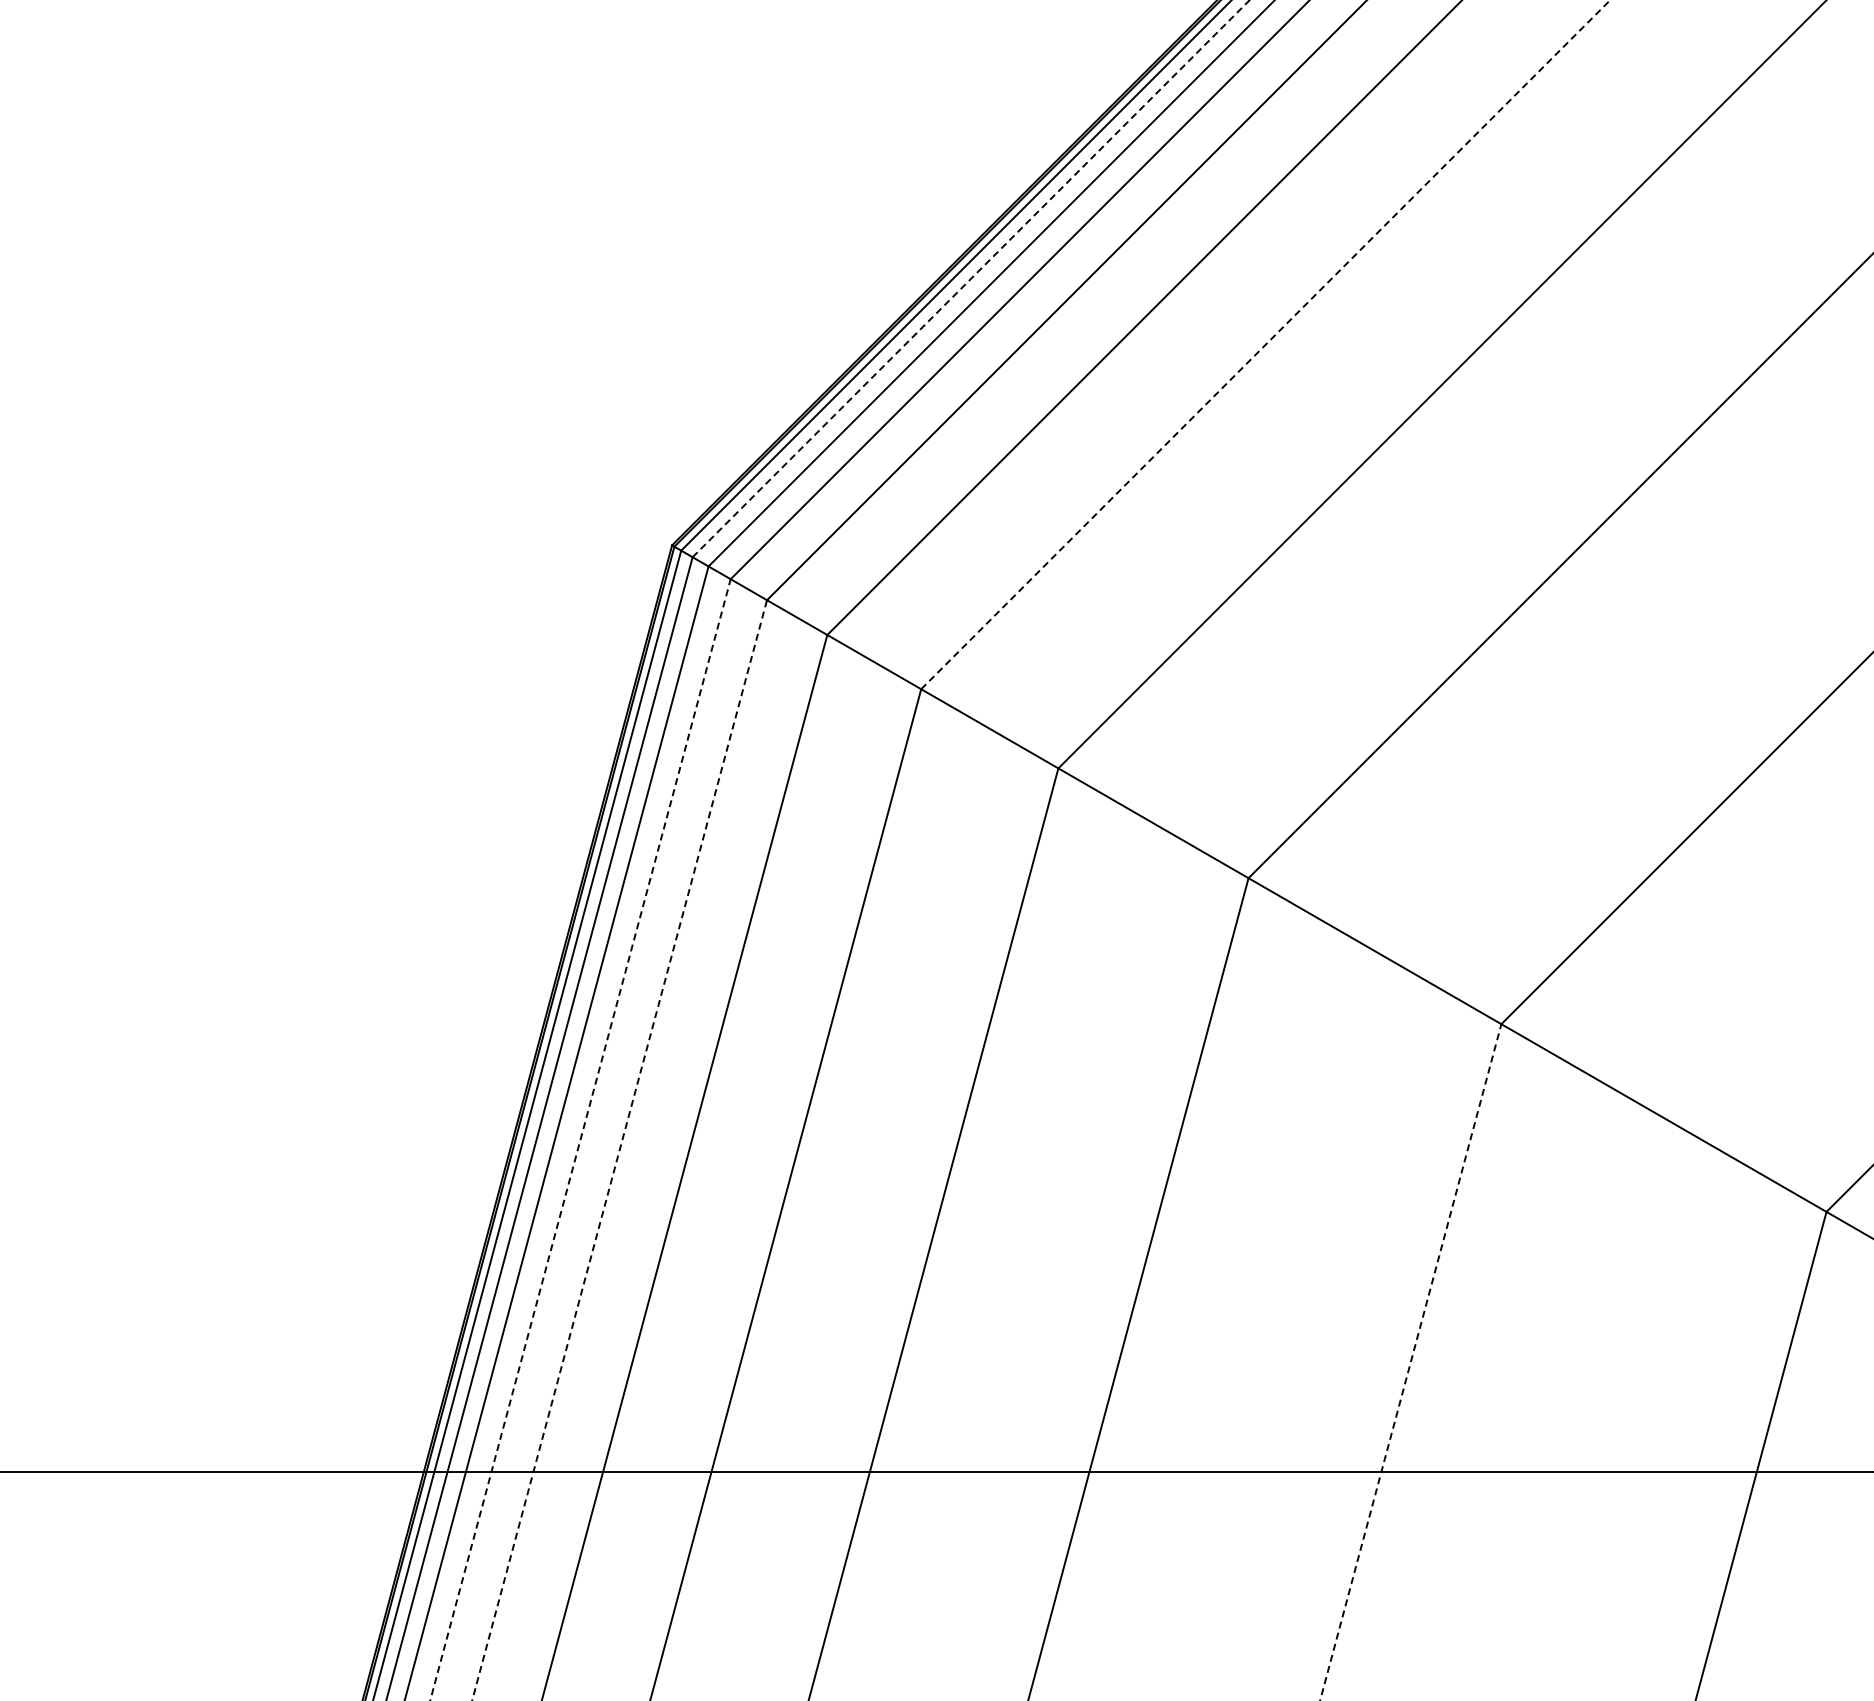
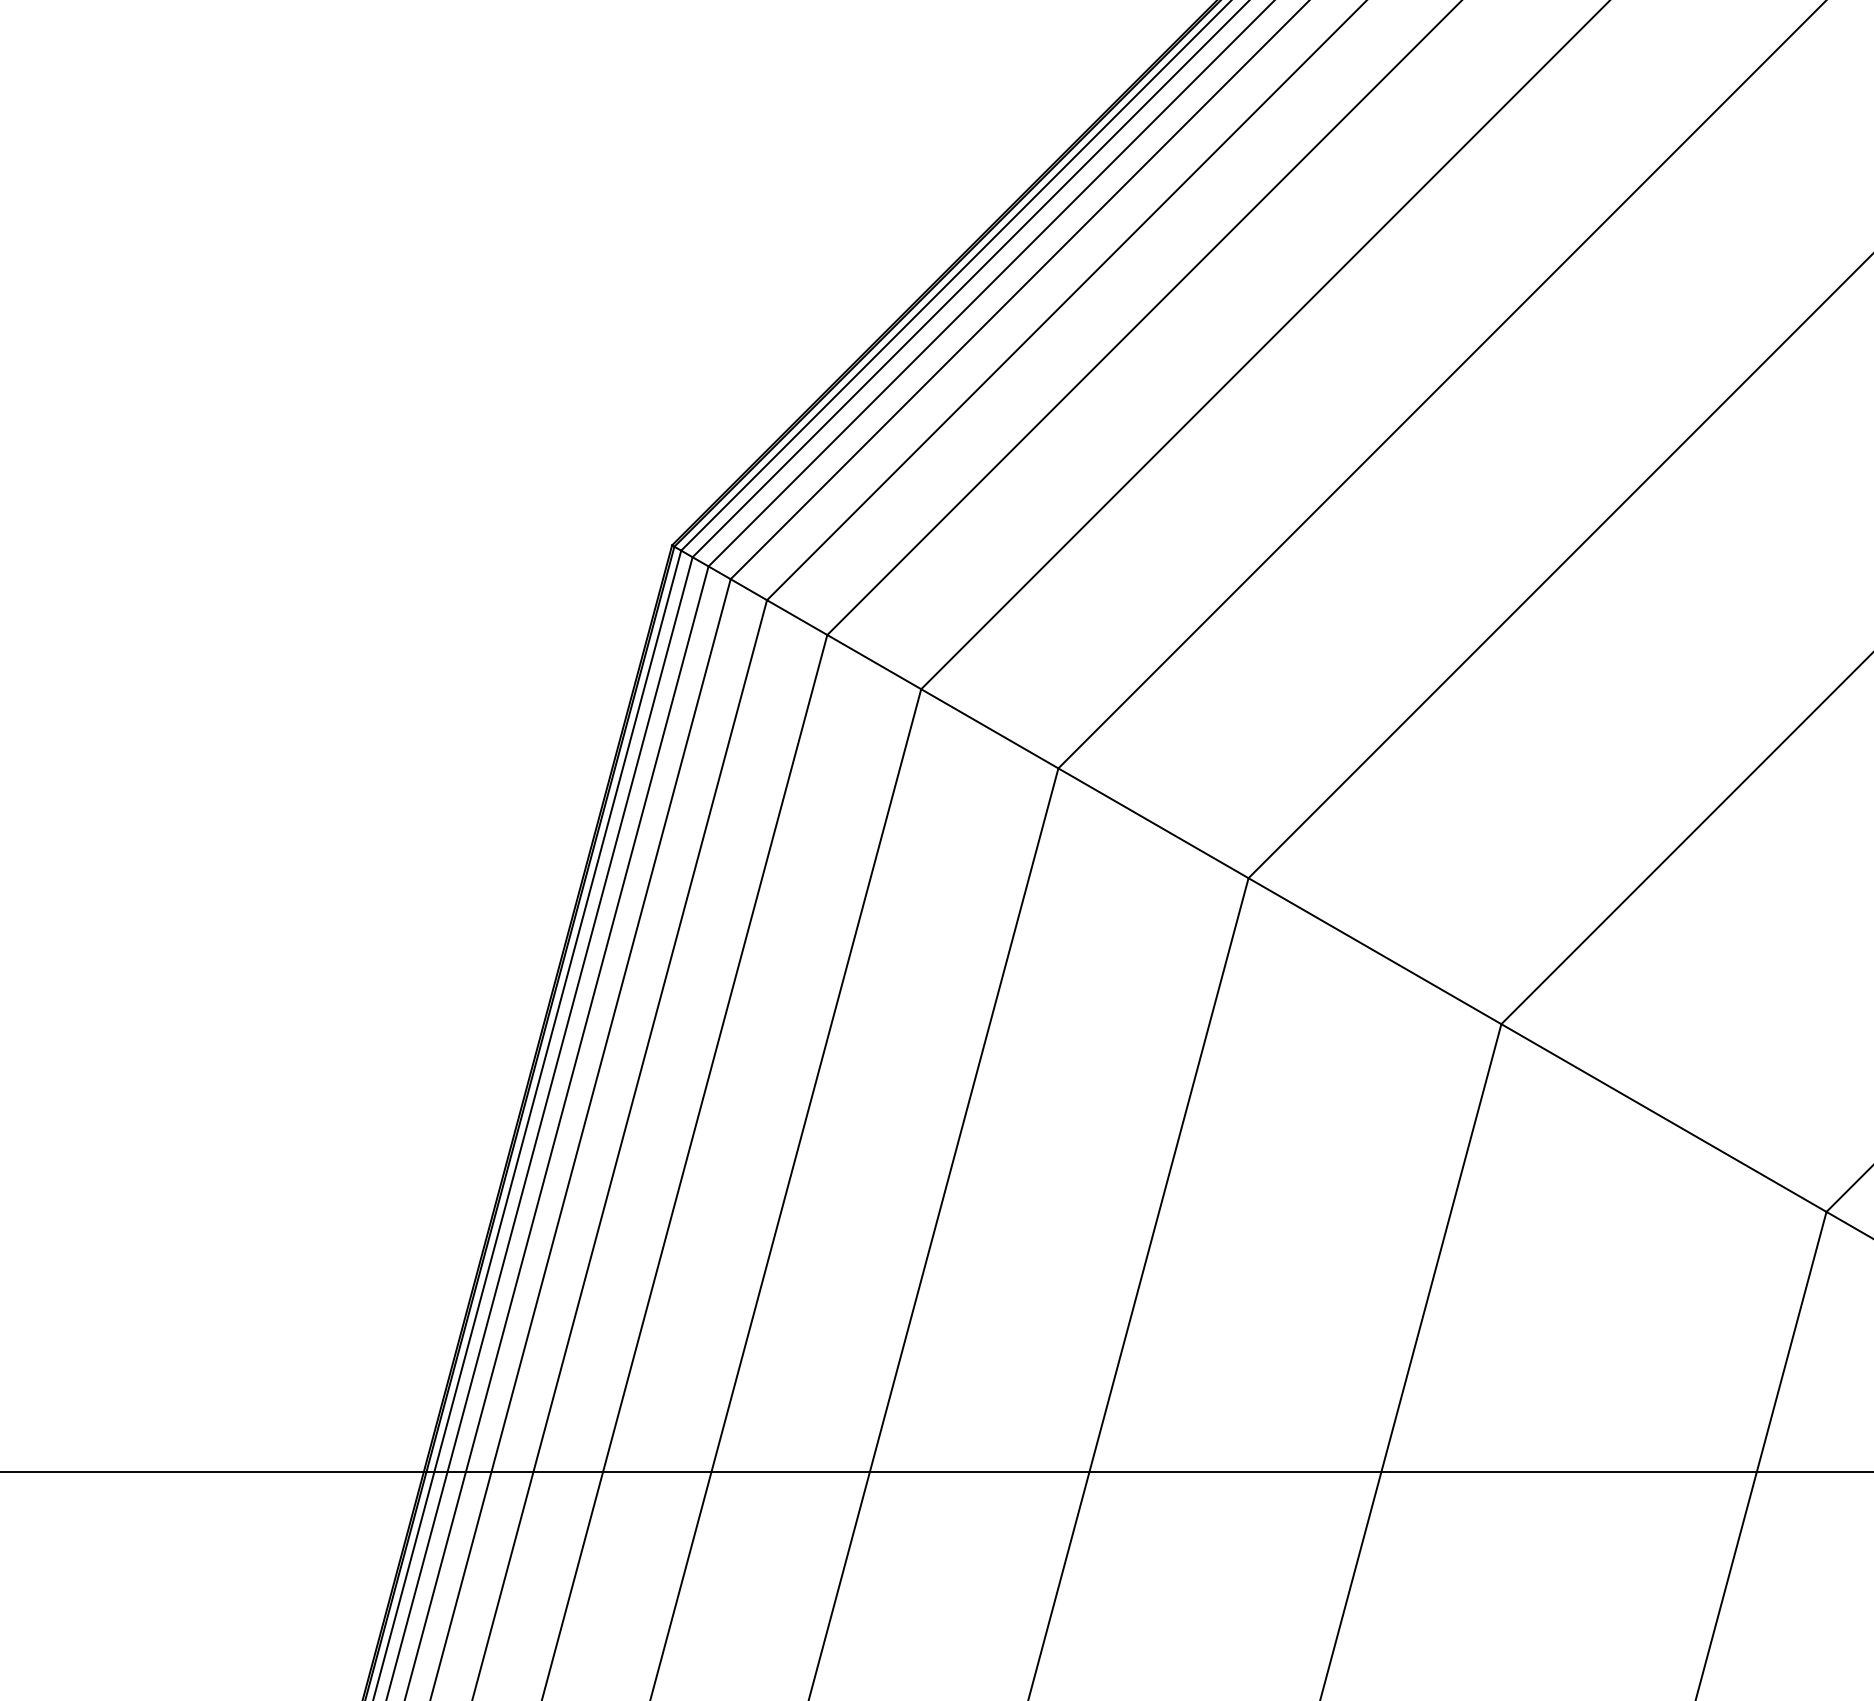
line at (971, 278): dashed -> solid
line at (1266, 344): dashed -> solid
line at (580, 1139): dashed -> solid
line at (619, 1149): dashed -> solid
line at (1410, 1362): dashed -> solid
